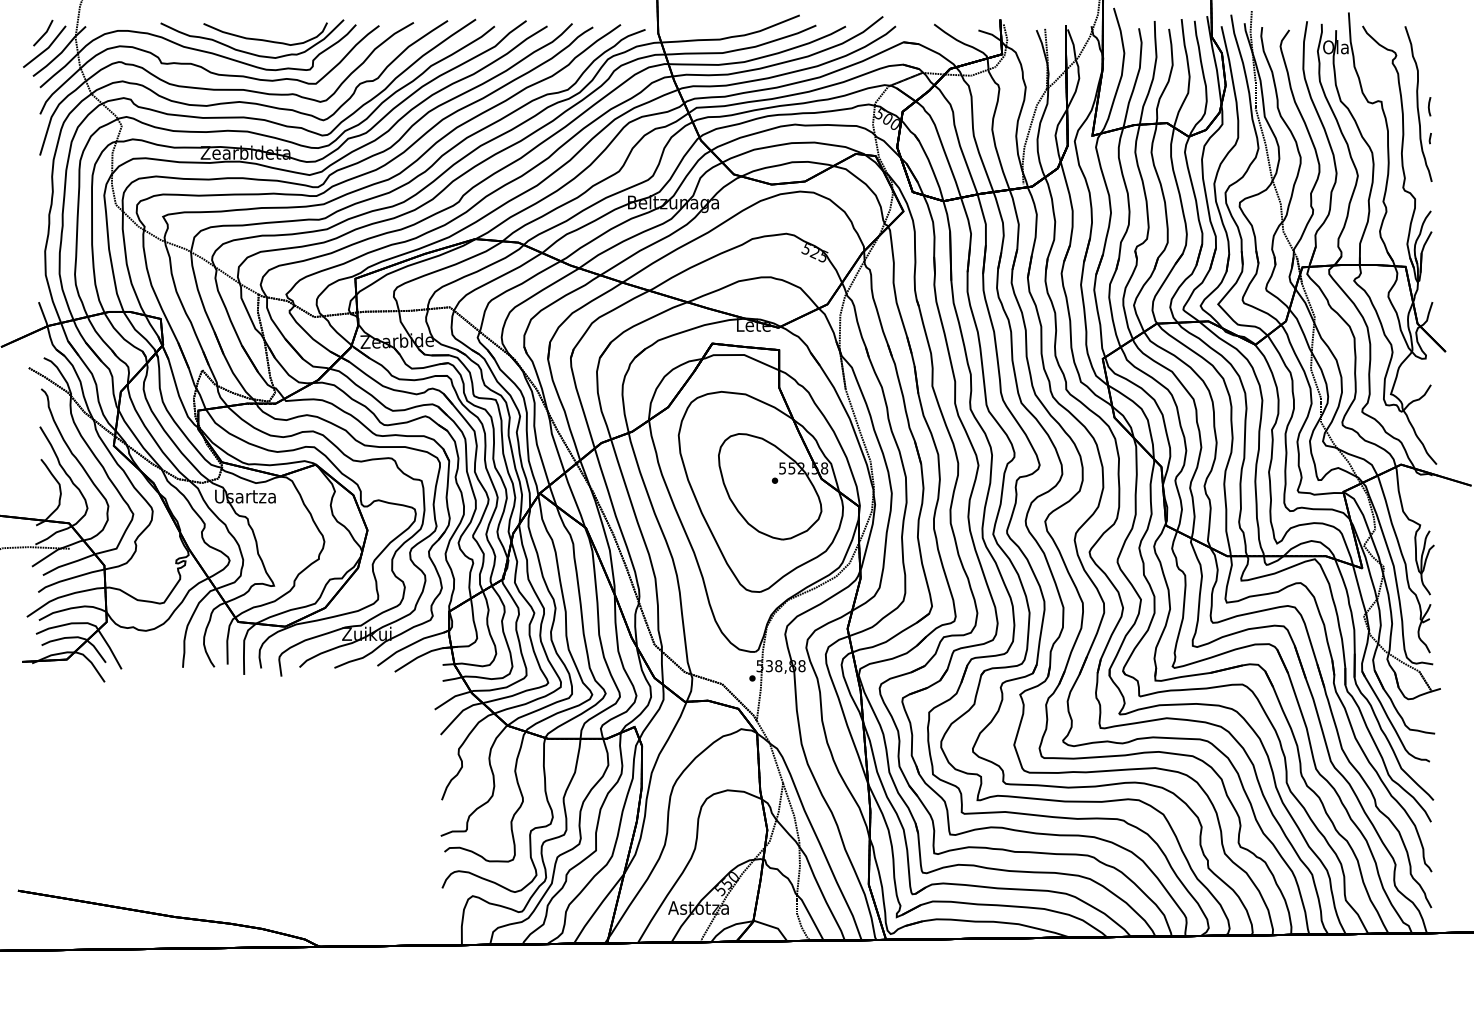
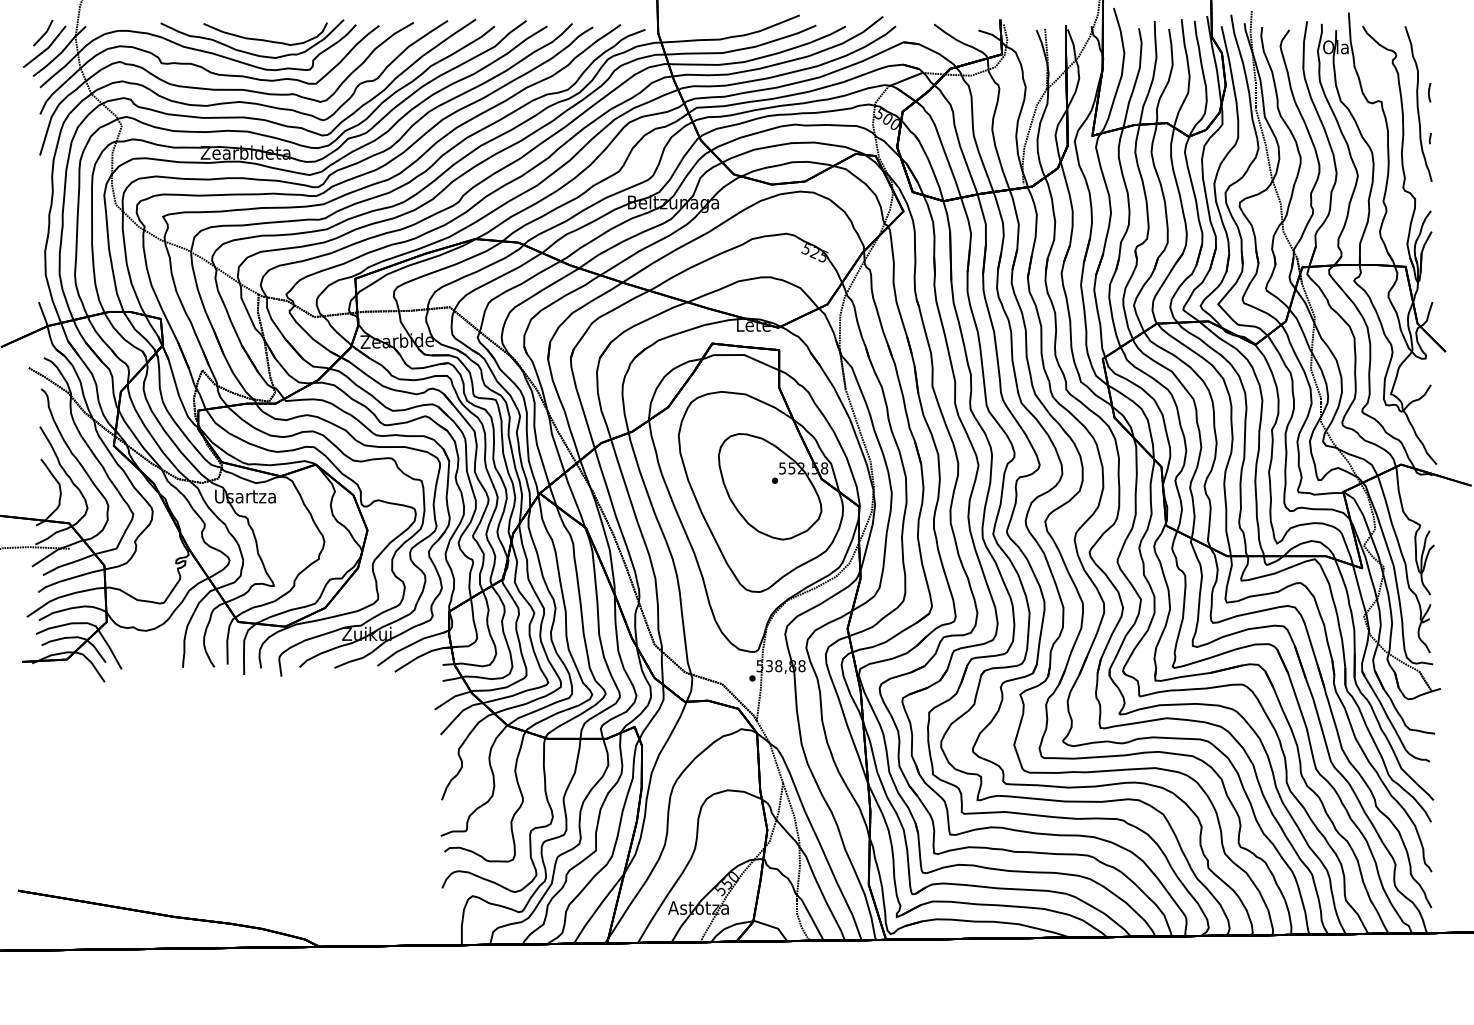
line at (1429, 106) position: (1429, 106) -> (1429, 92)
